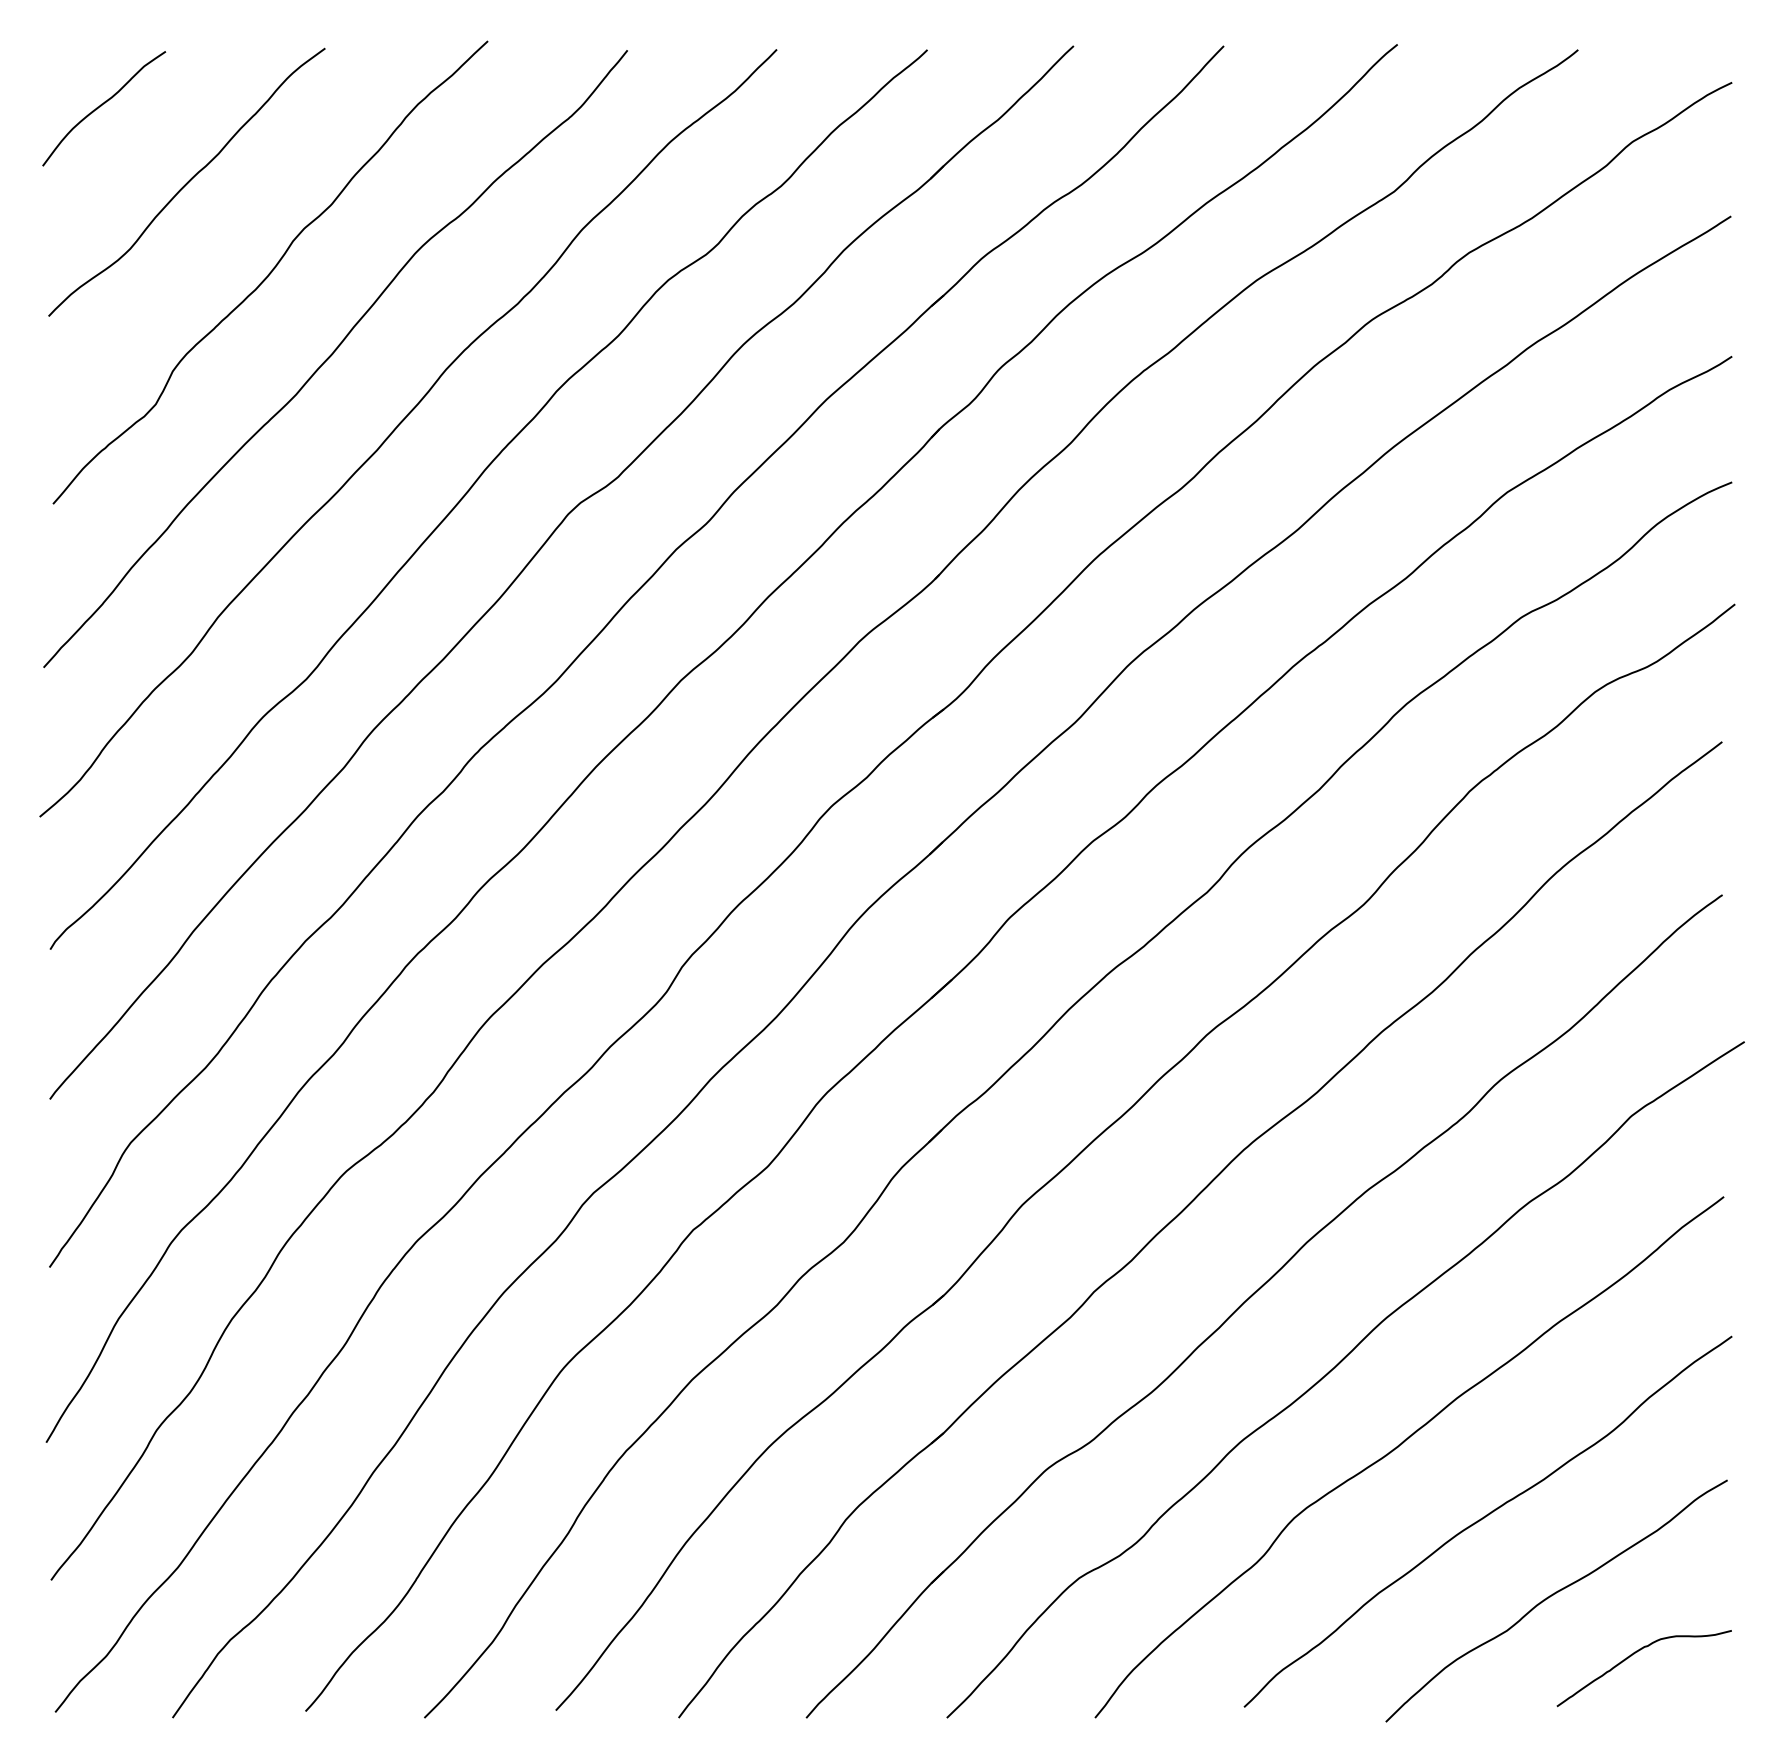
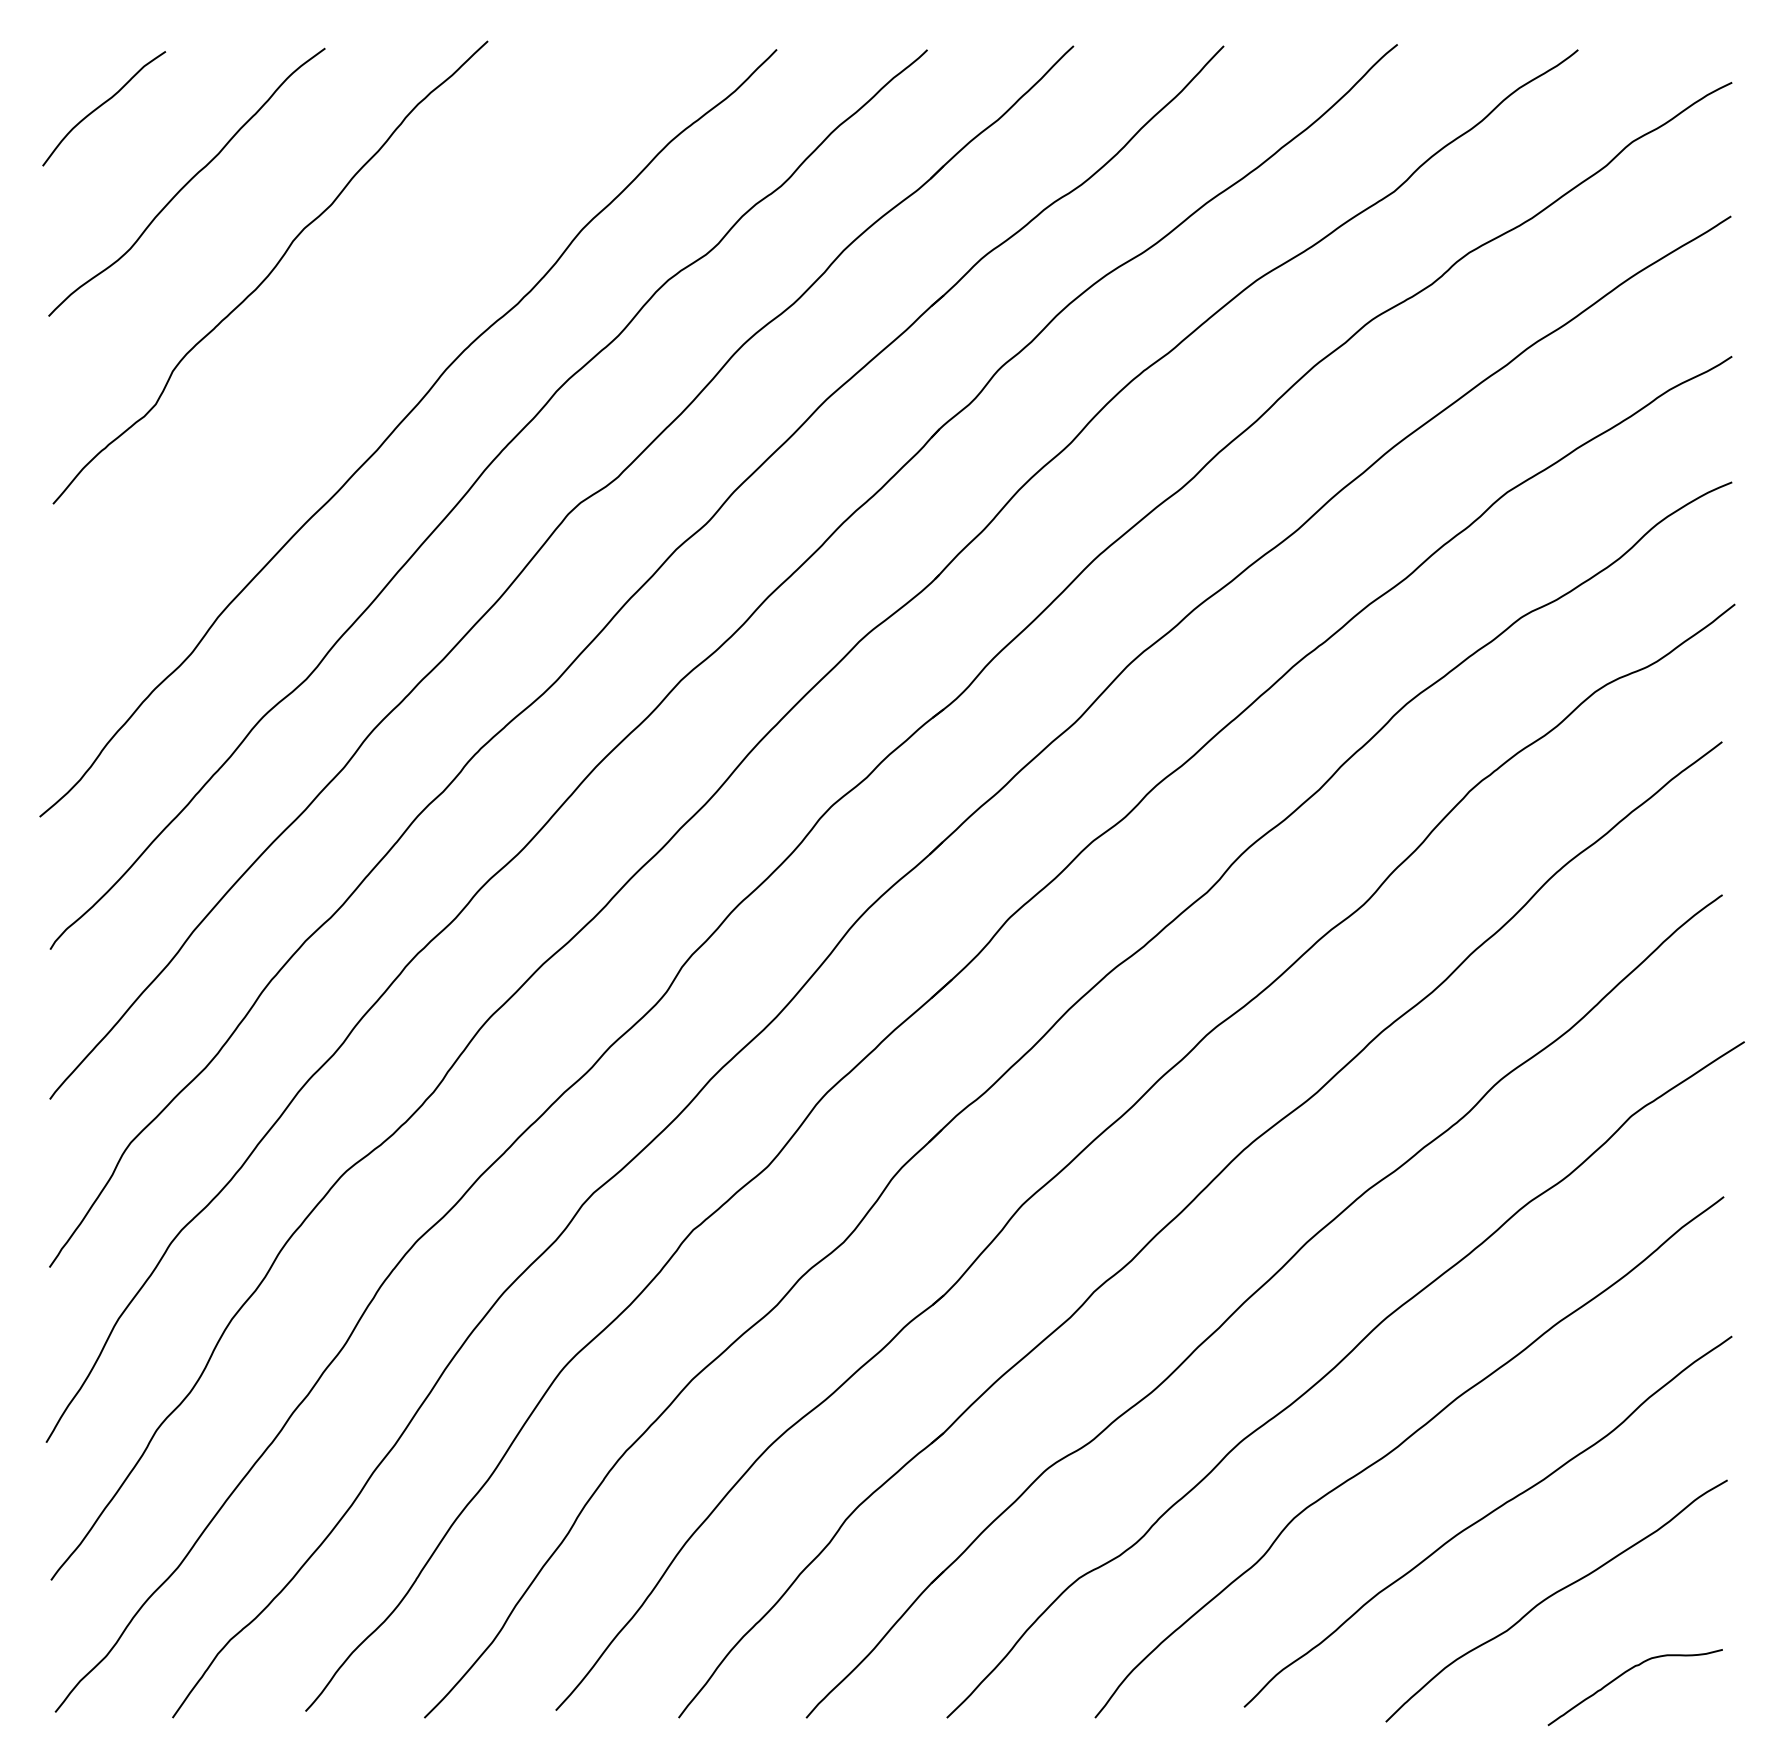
curve at (332, 355): present -> none
curve at (1634, 1654) position: (1634, 1654) -> (1625, 1673)
